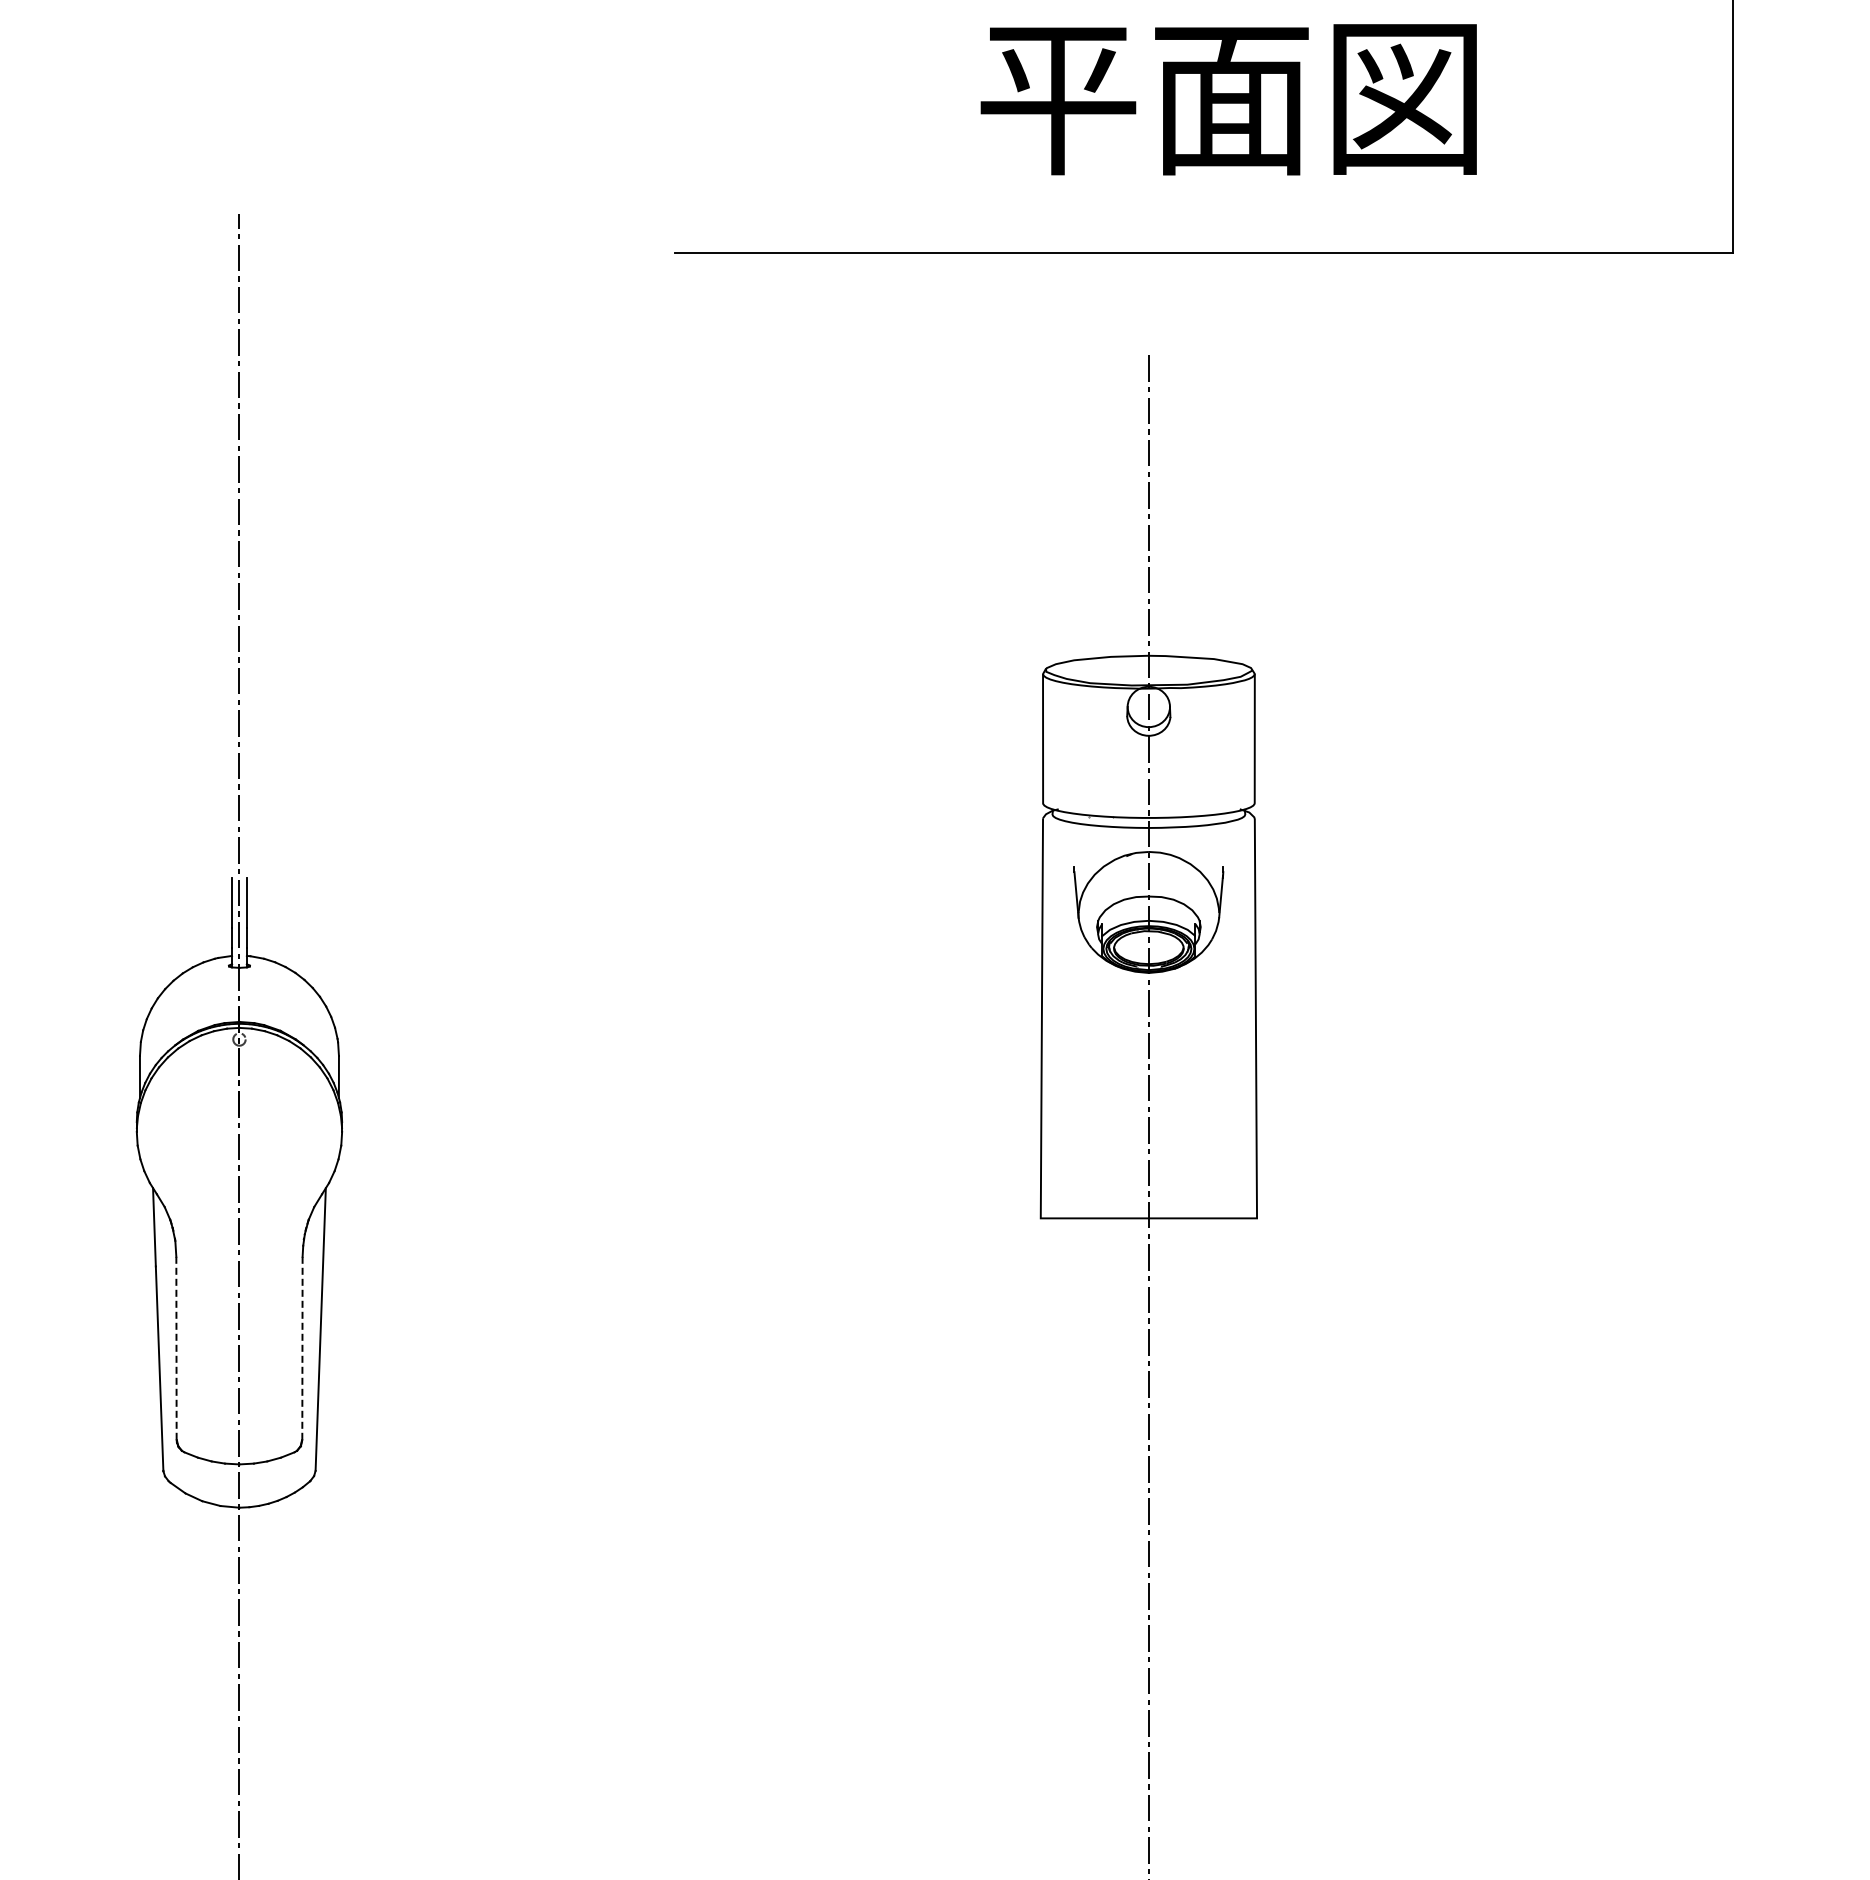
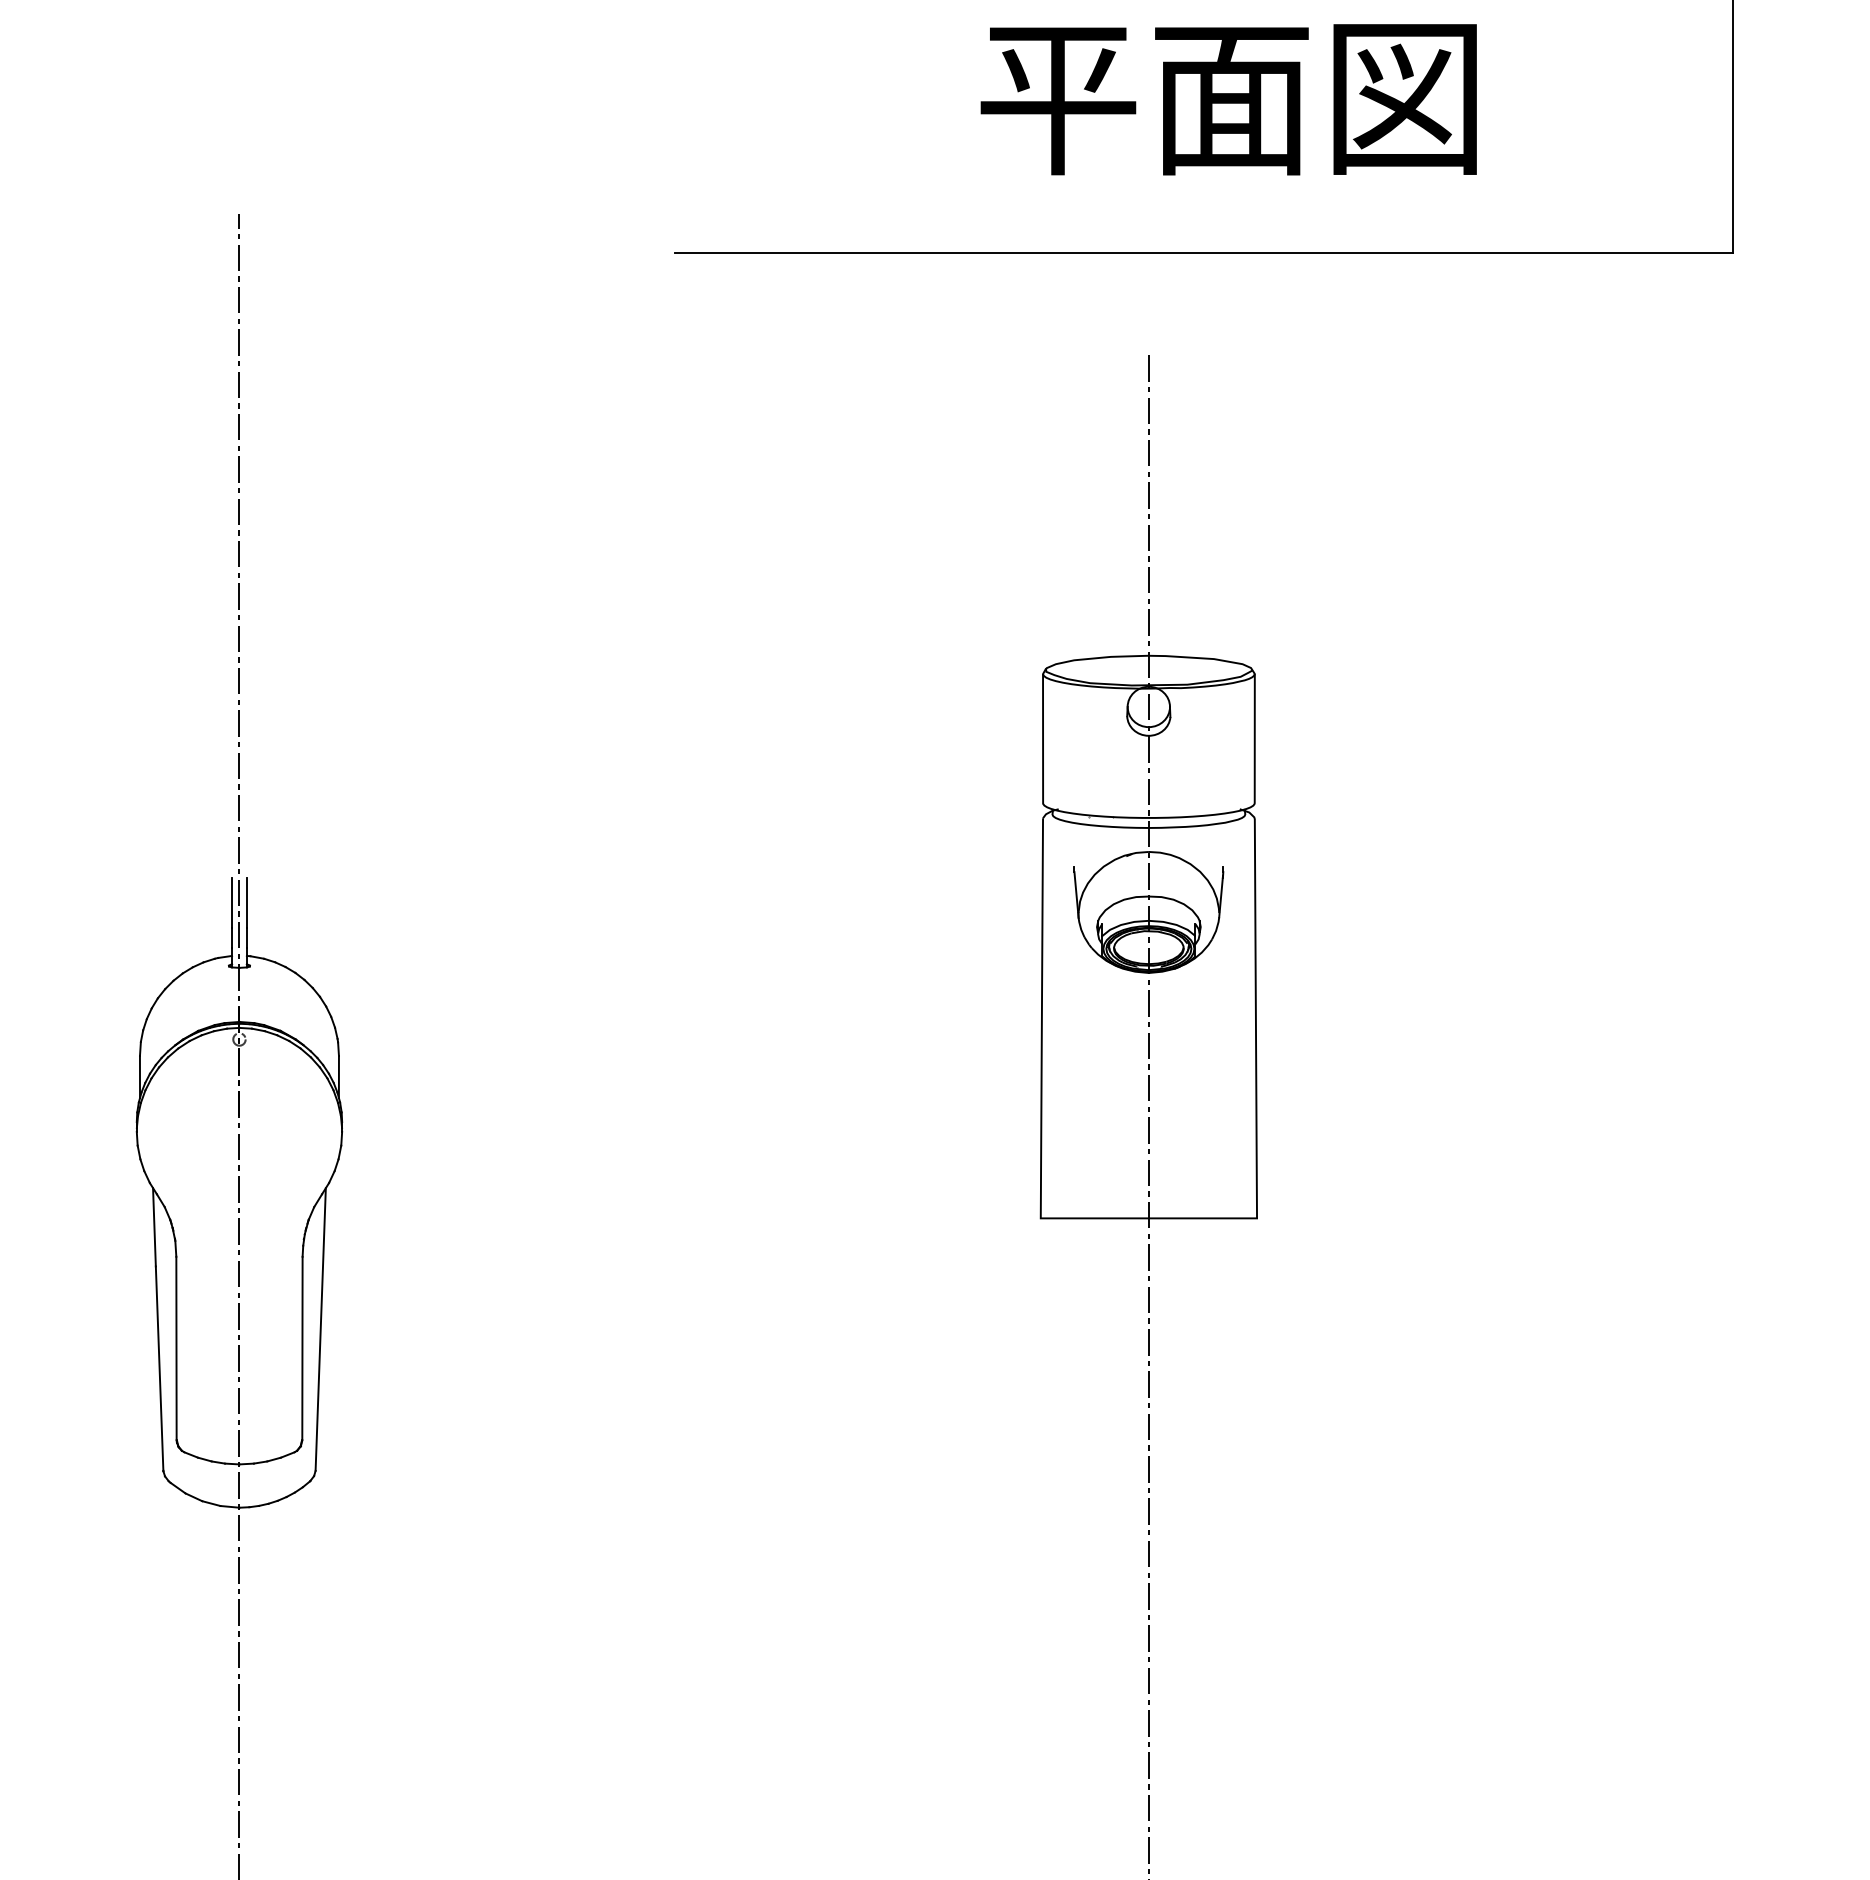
line at (176, 1348): dashed -> solid
line at (302, 1348): dashed -> solid
